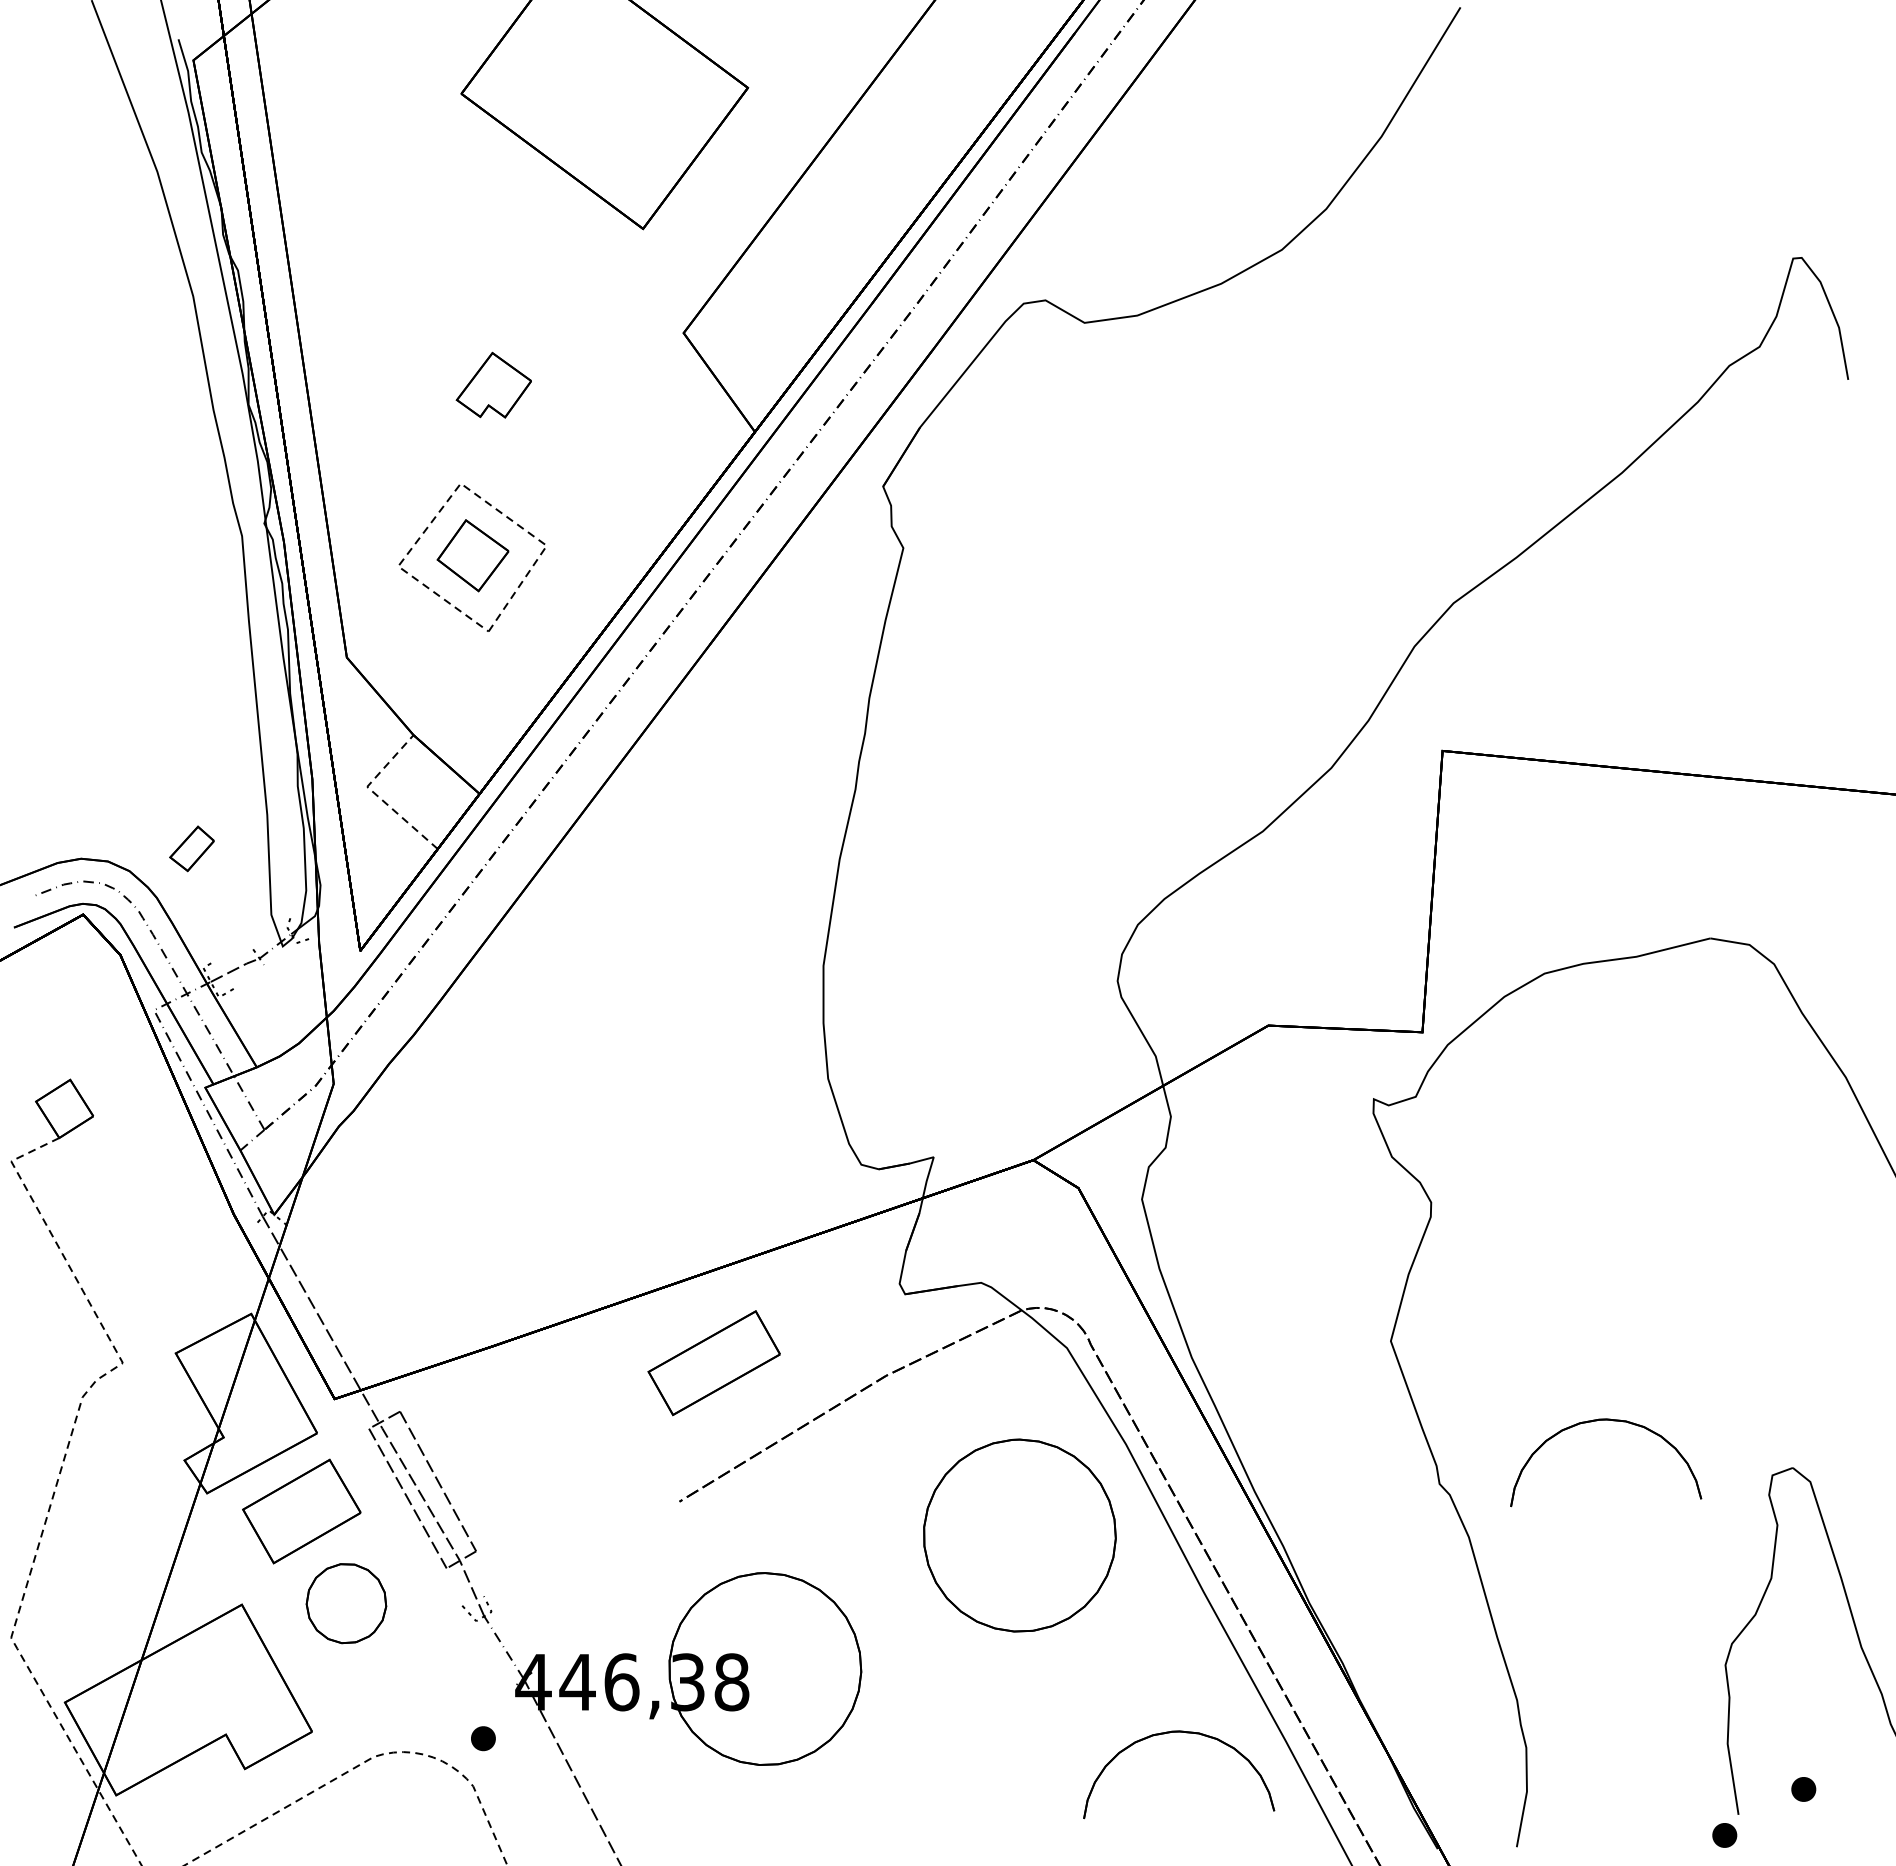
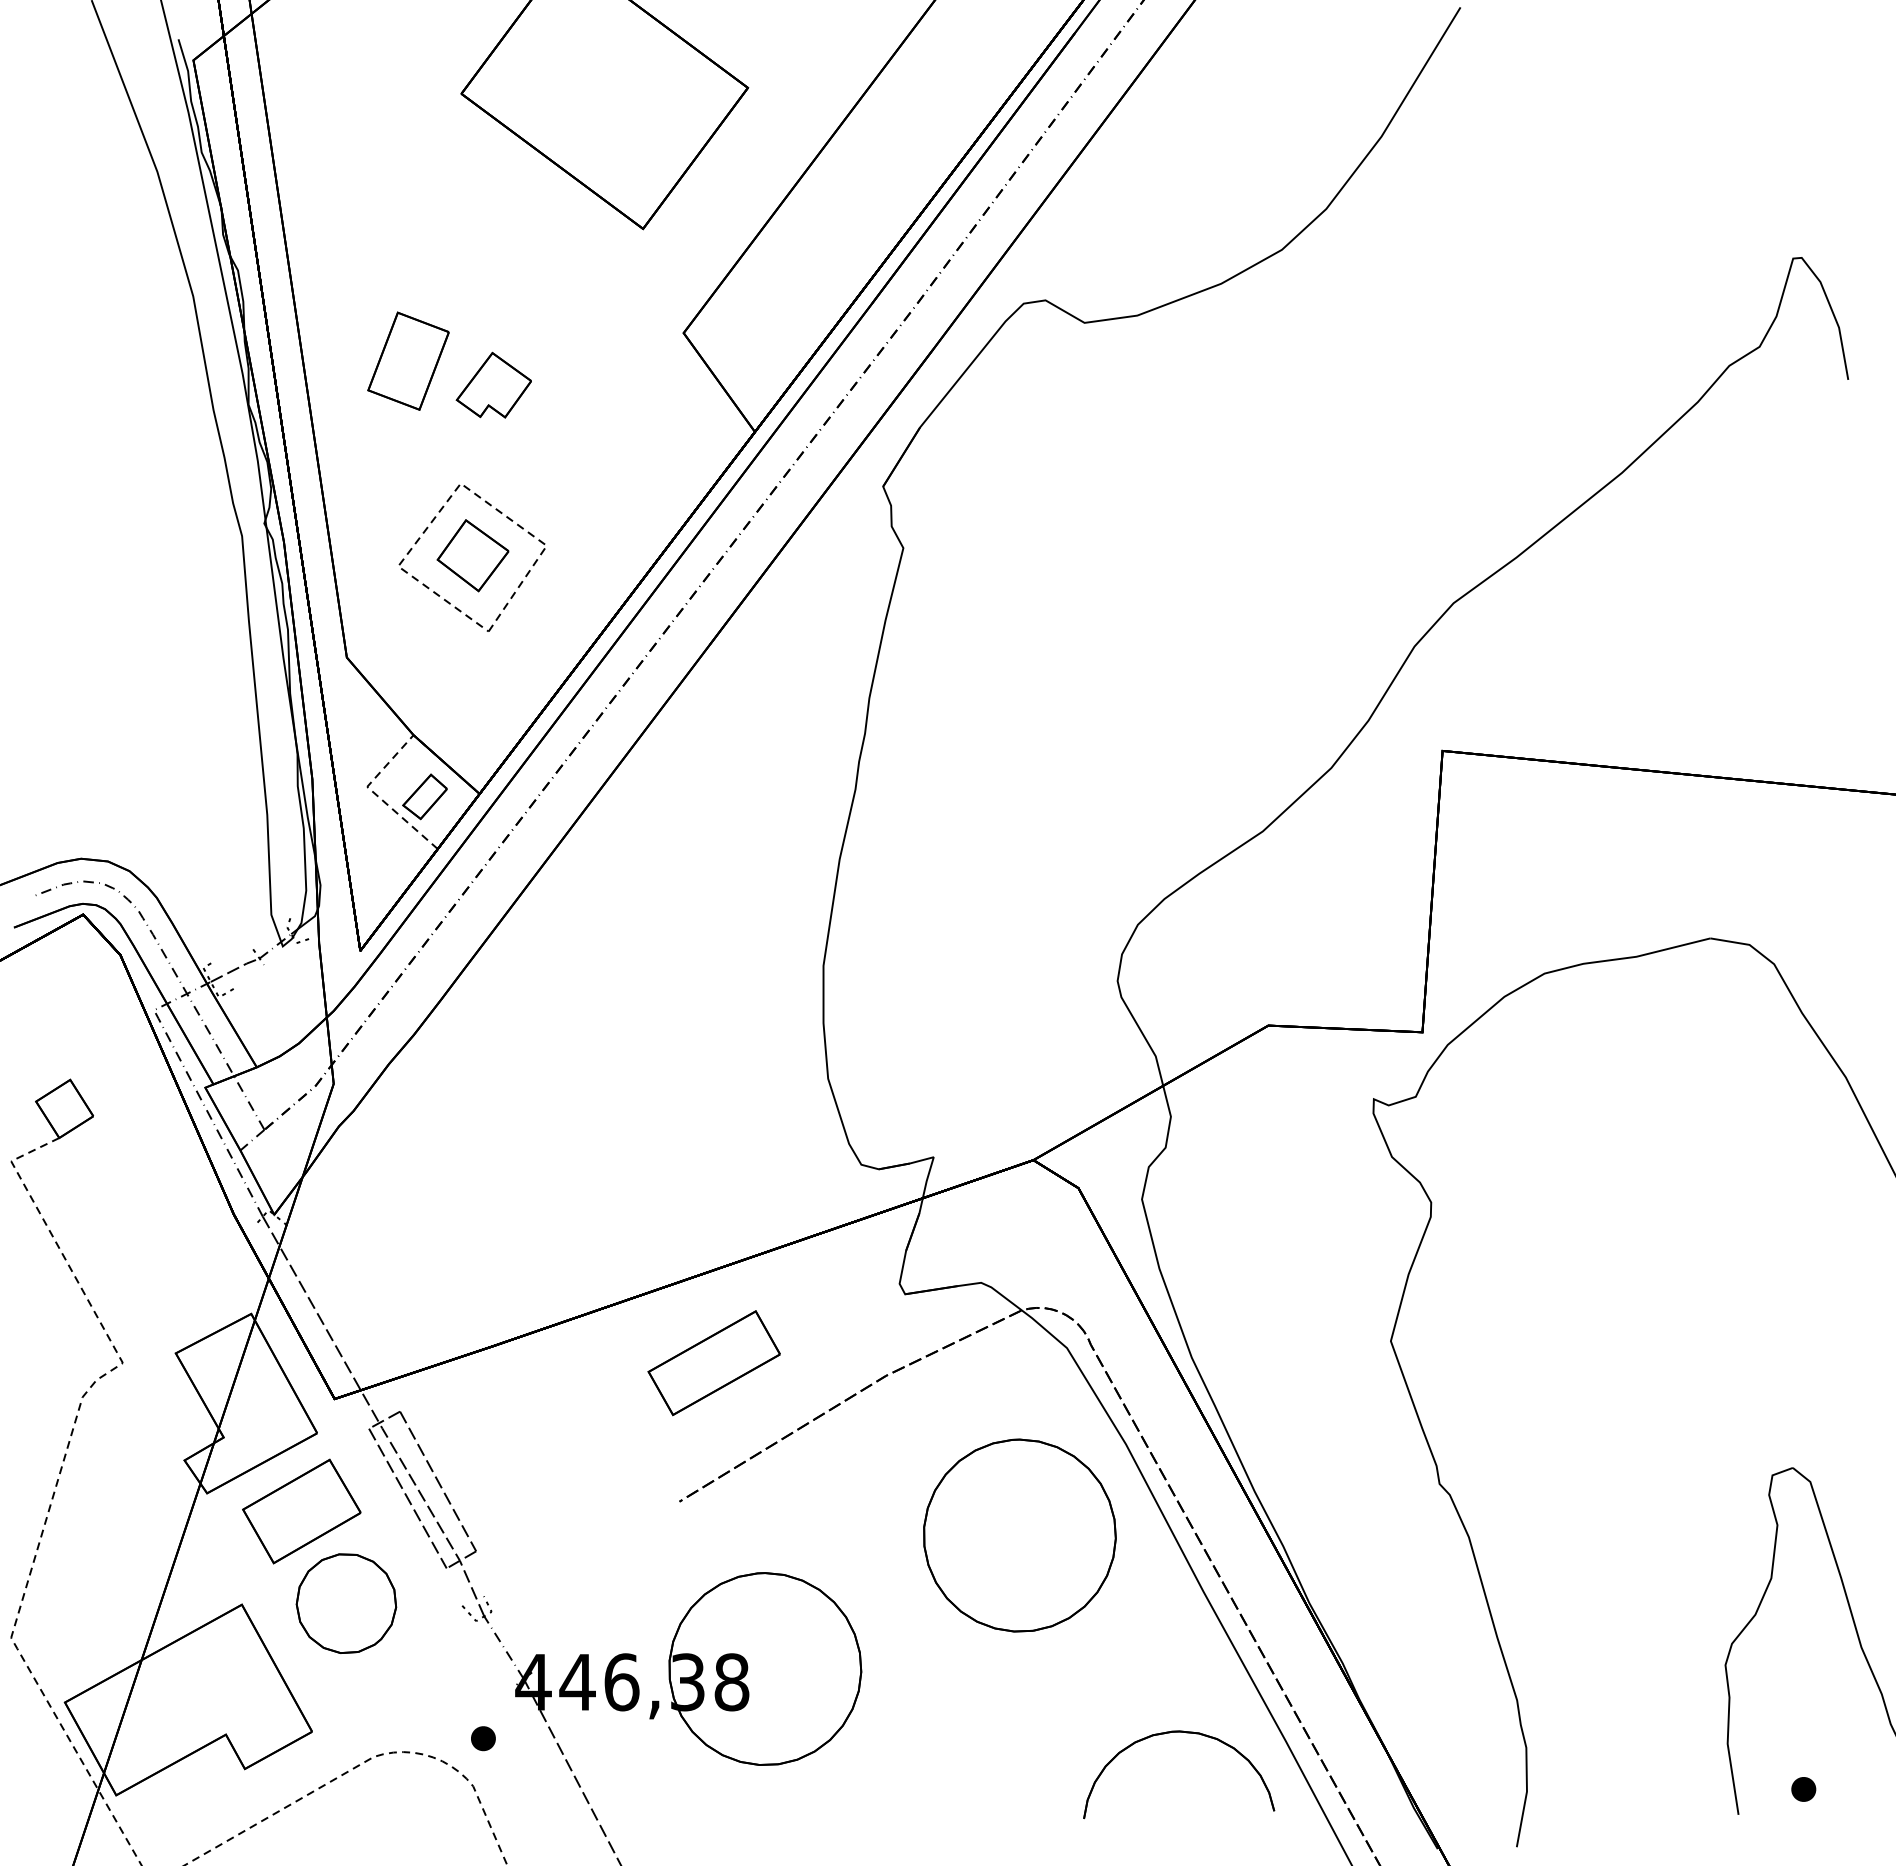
part at (408, 360): none -> present
part at (191, 848) position: (191, 848) -> (424, 796)
part at (1613, 1421): present -> none
part at (346, 1603) size: 83x82 px -> 103x101 px
part at (1724, 1835): present -> none
